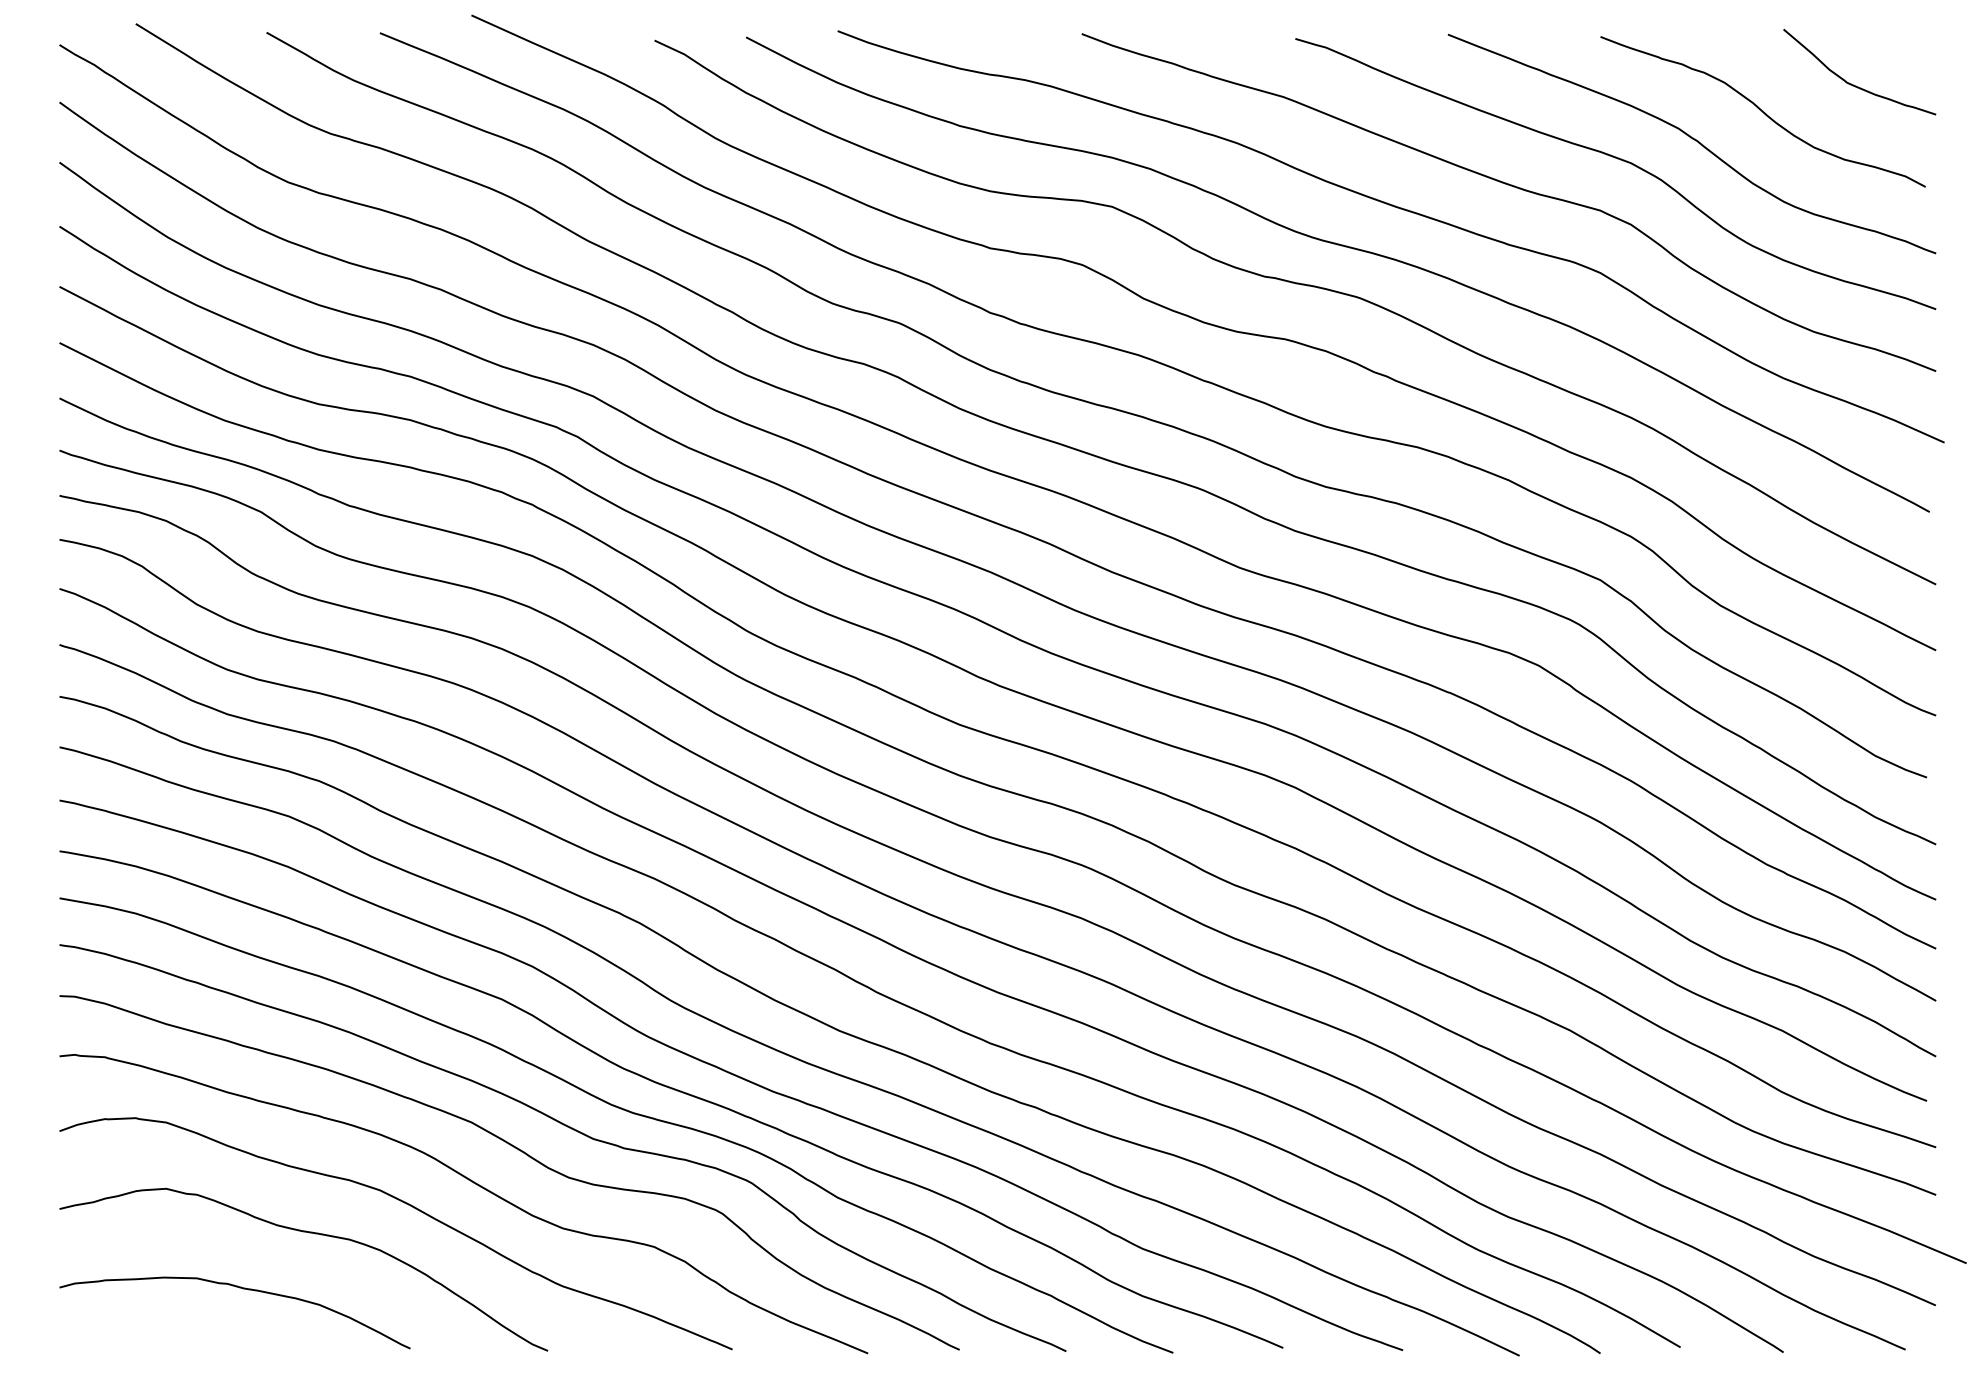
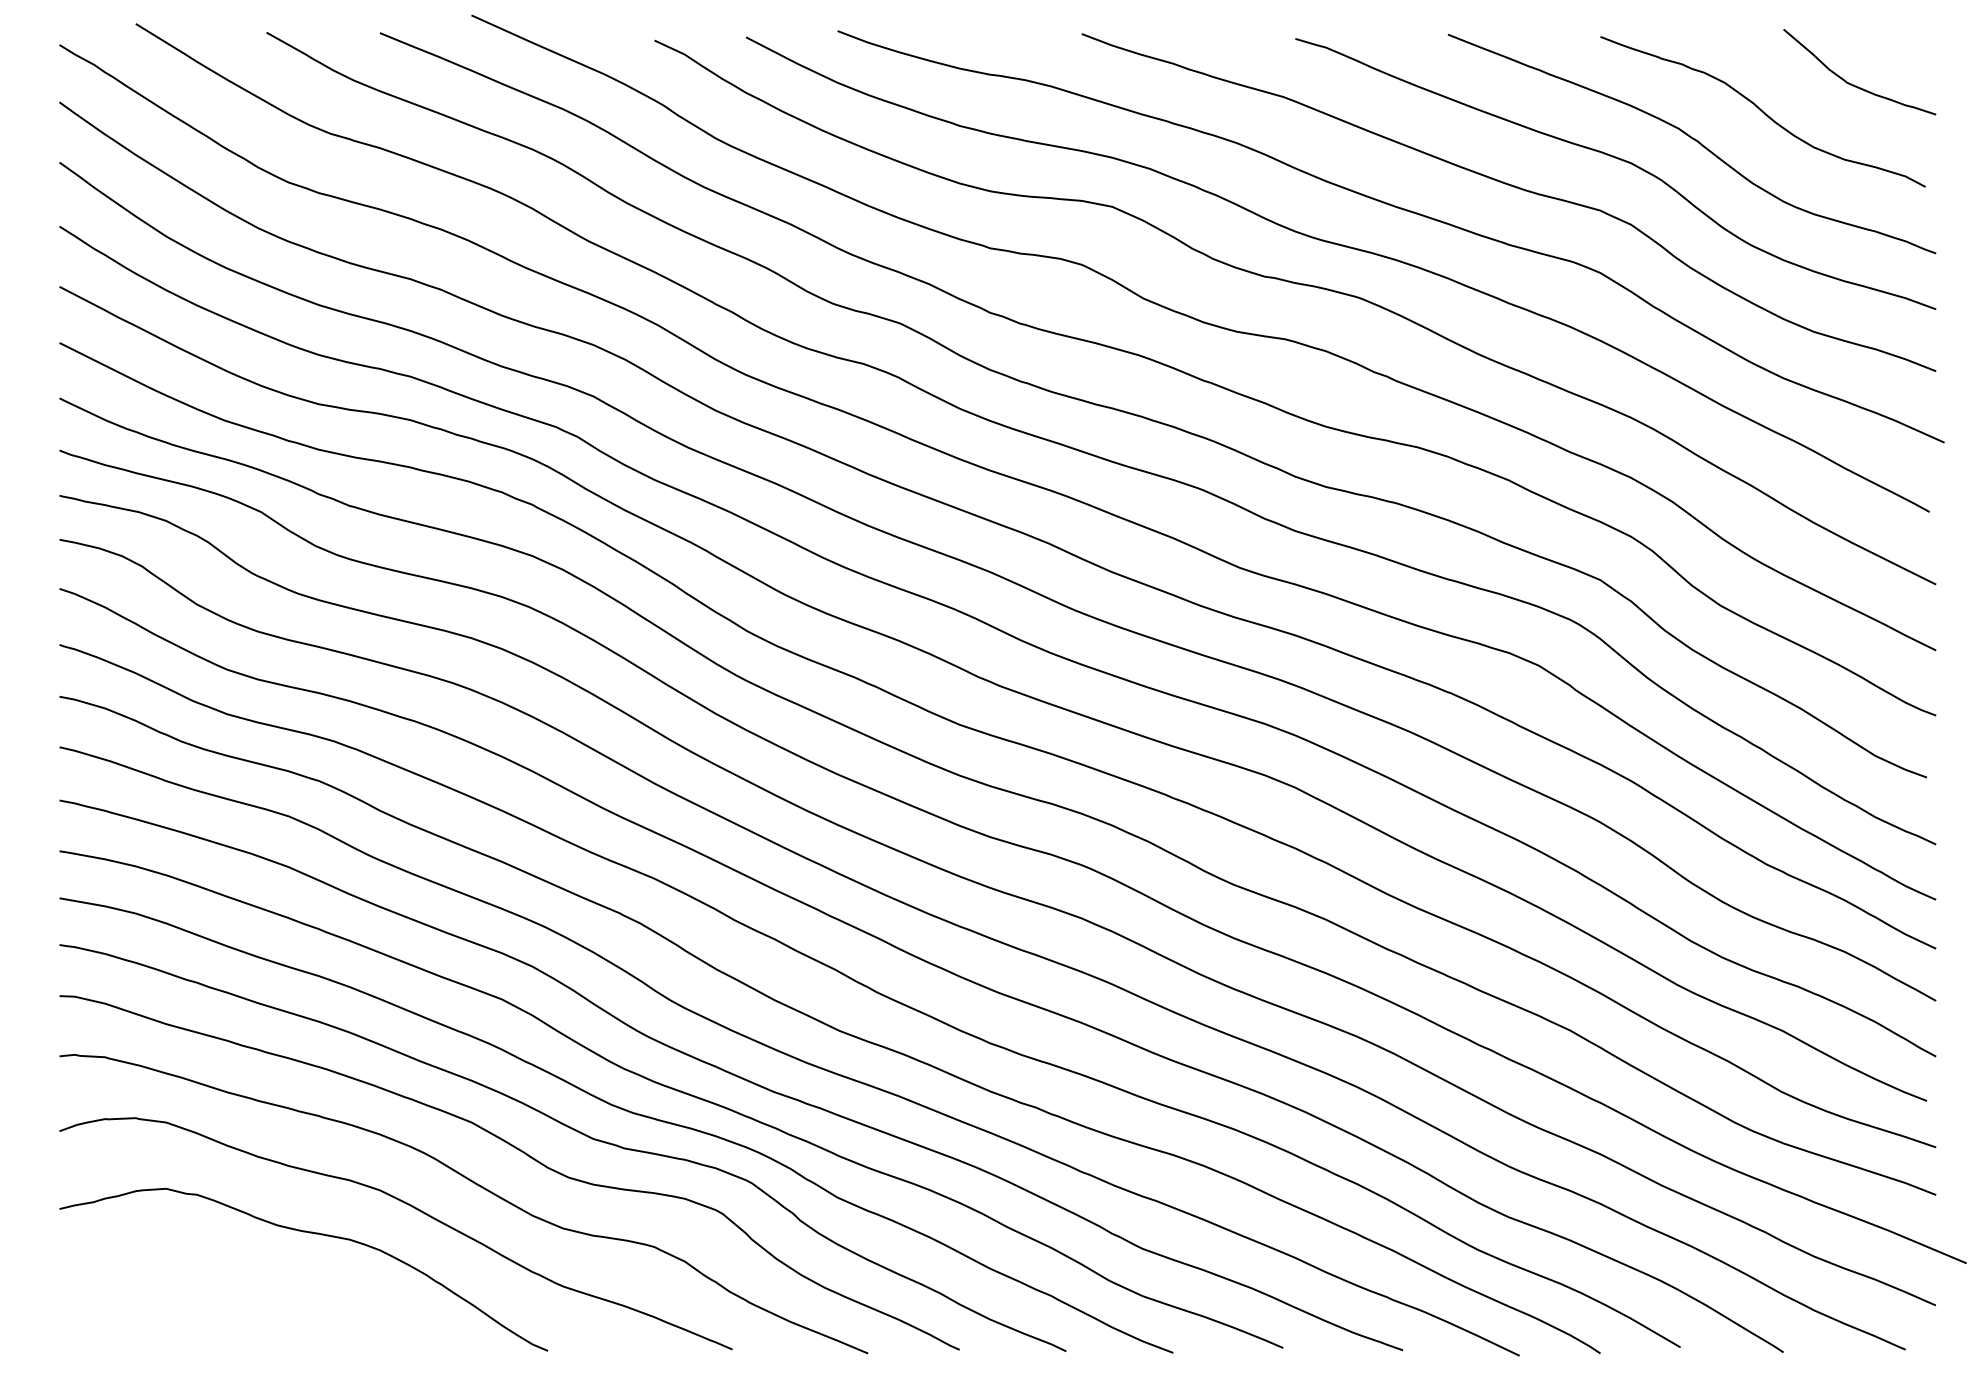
curve at (239, 1288): present -> none
